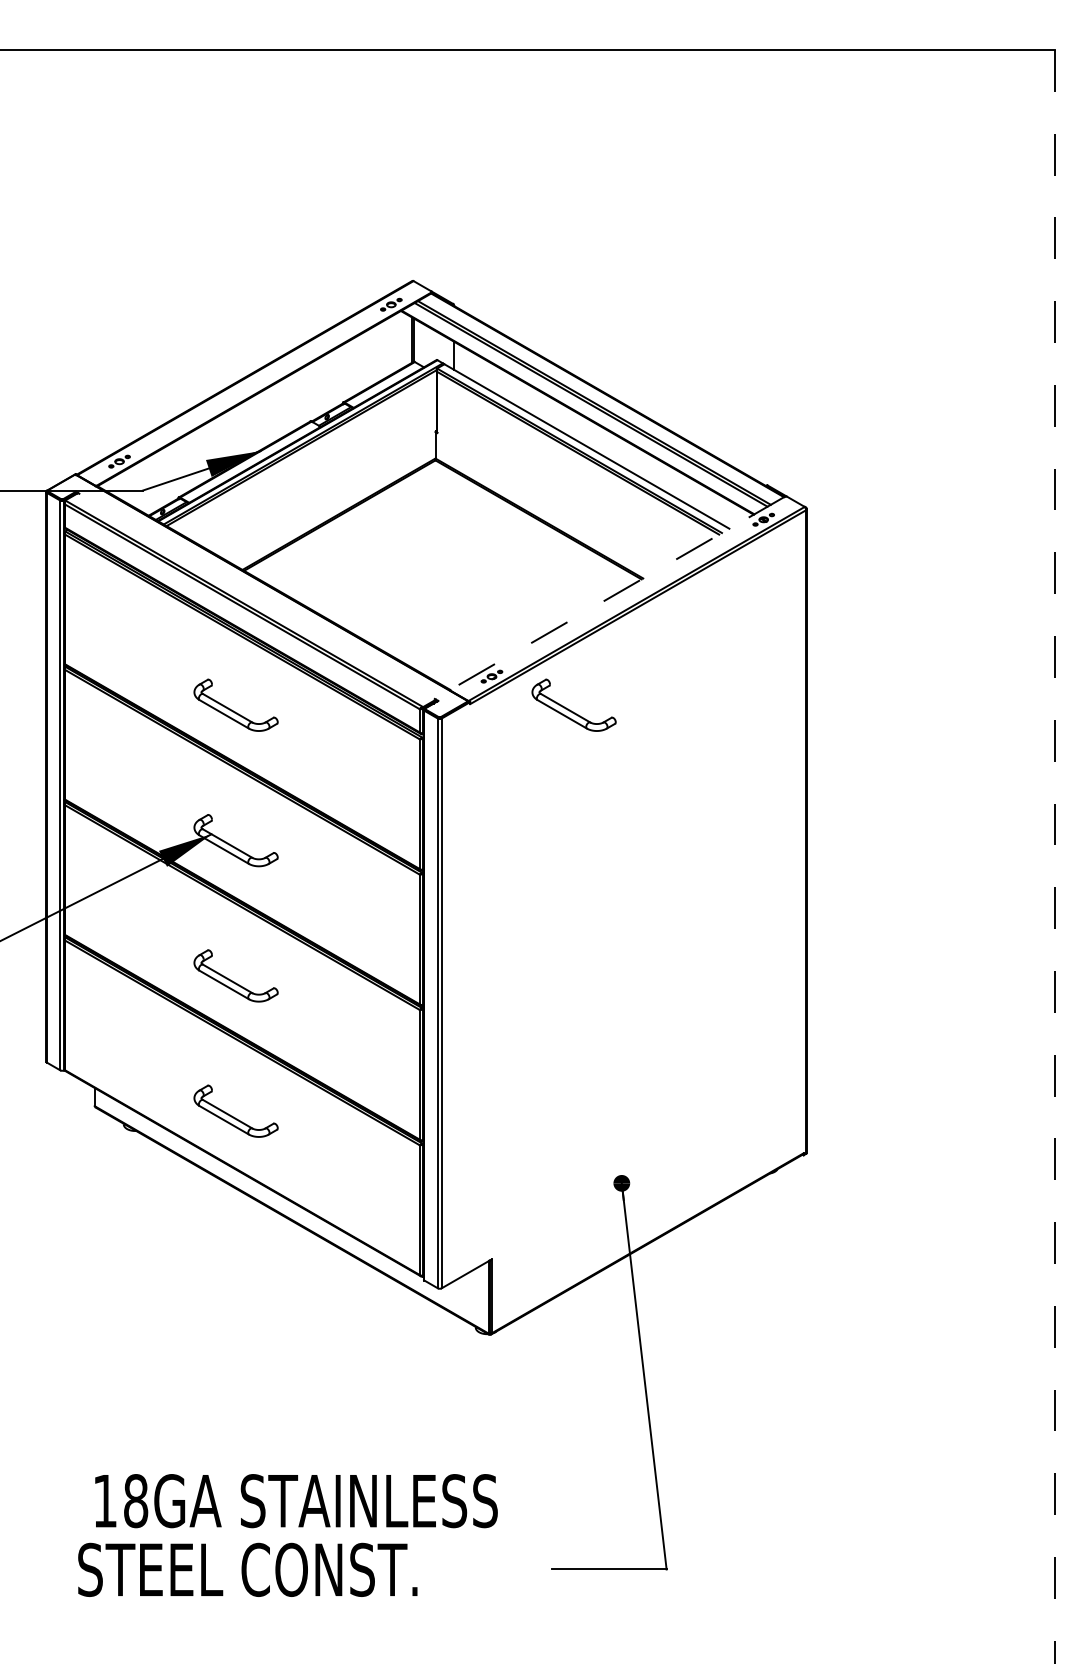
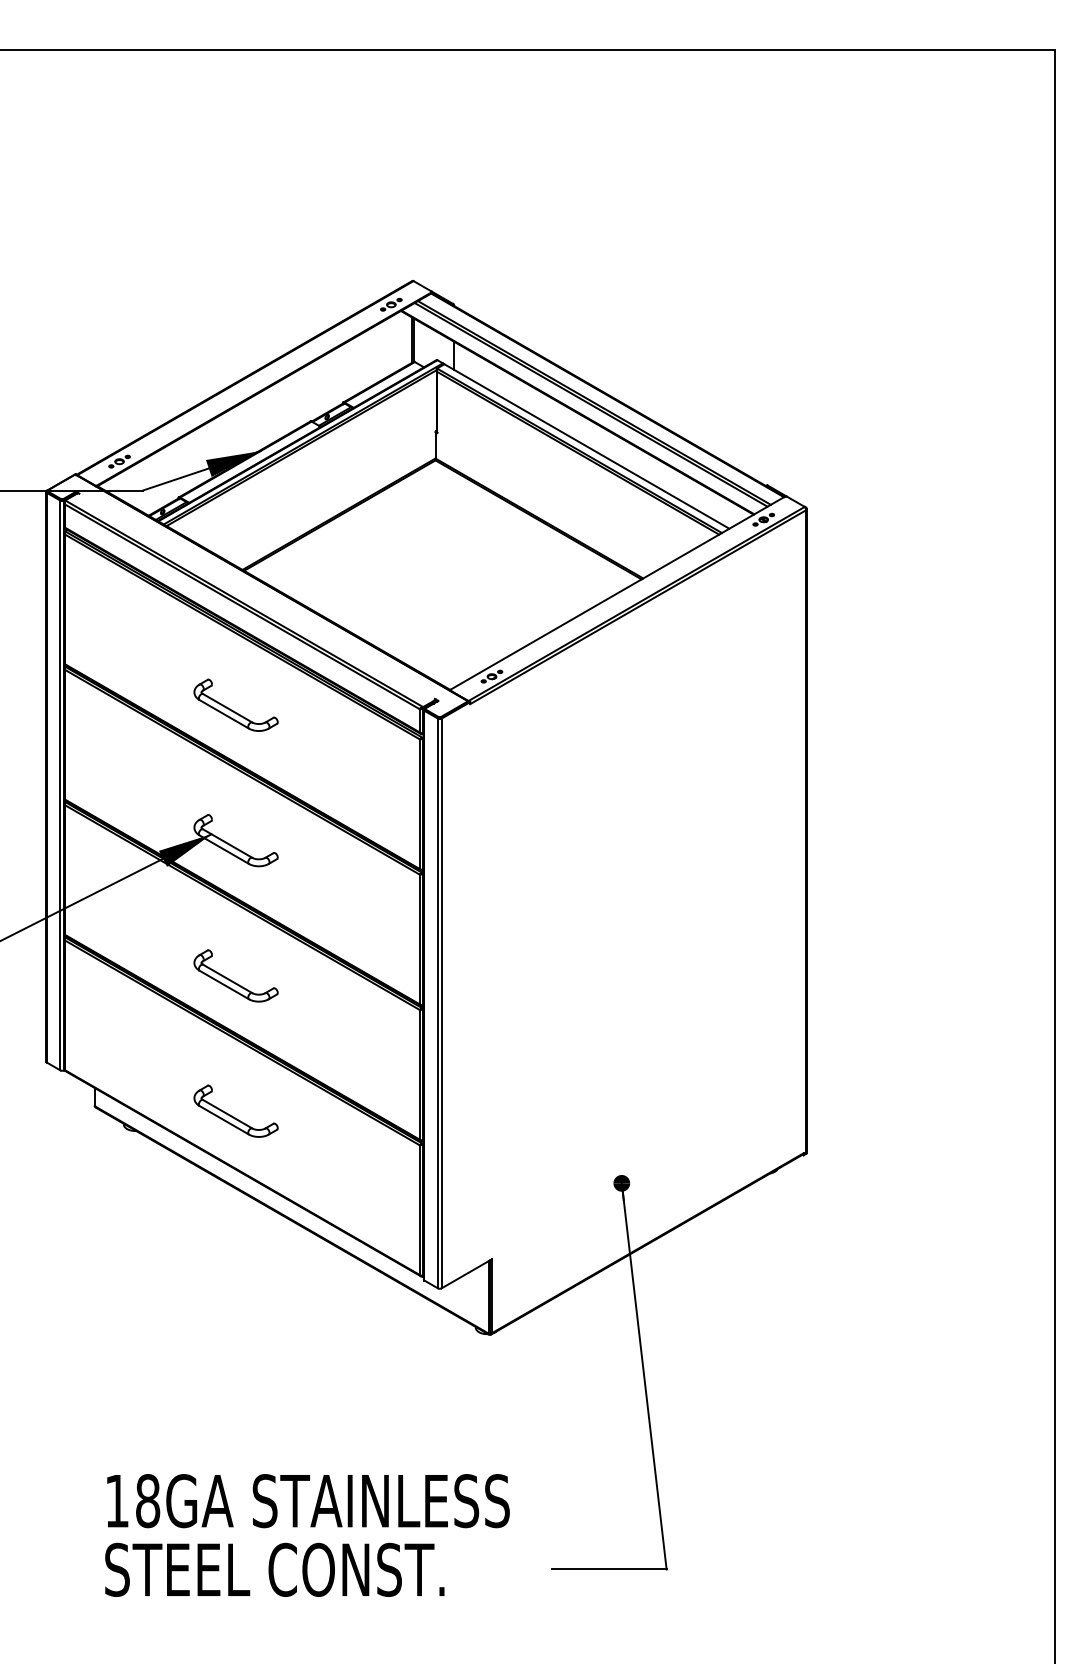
line at (617, 593): dashed -> solid
part at (571, 710): present -> none
line at (1055, 856): dashed -> solid
text at (296, 1501) position: (296, 1501) -> (308, 1501)
text at (247, 1569) position: (247, 1569) -> (274, 1569)
